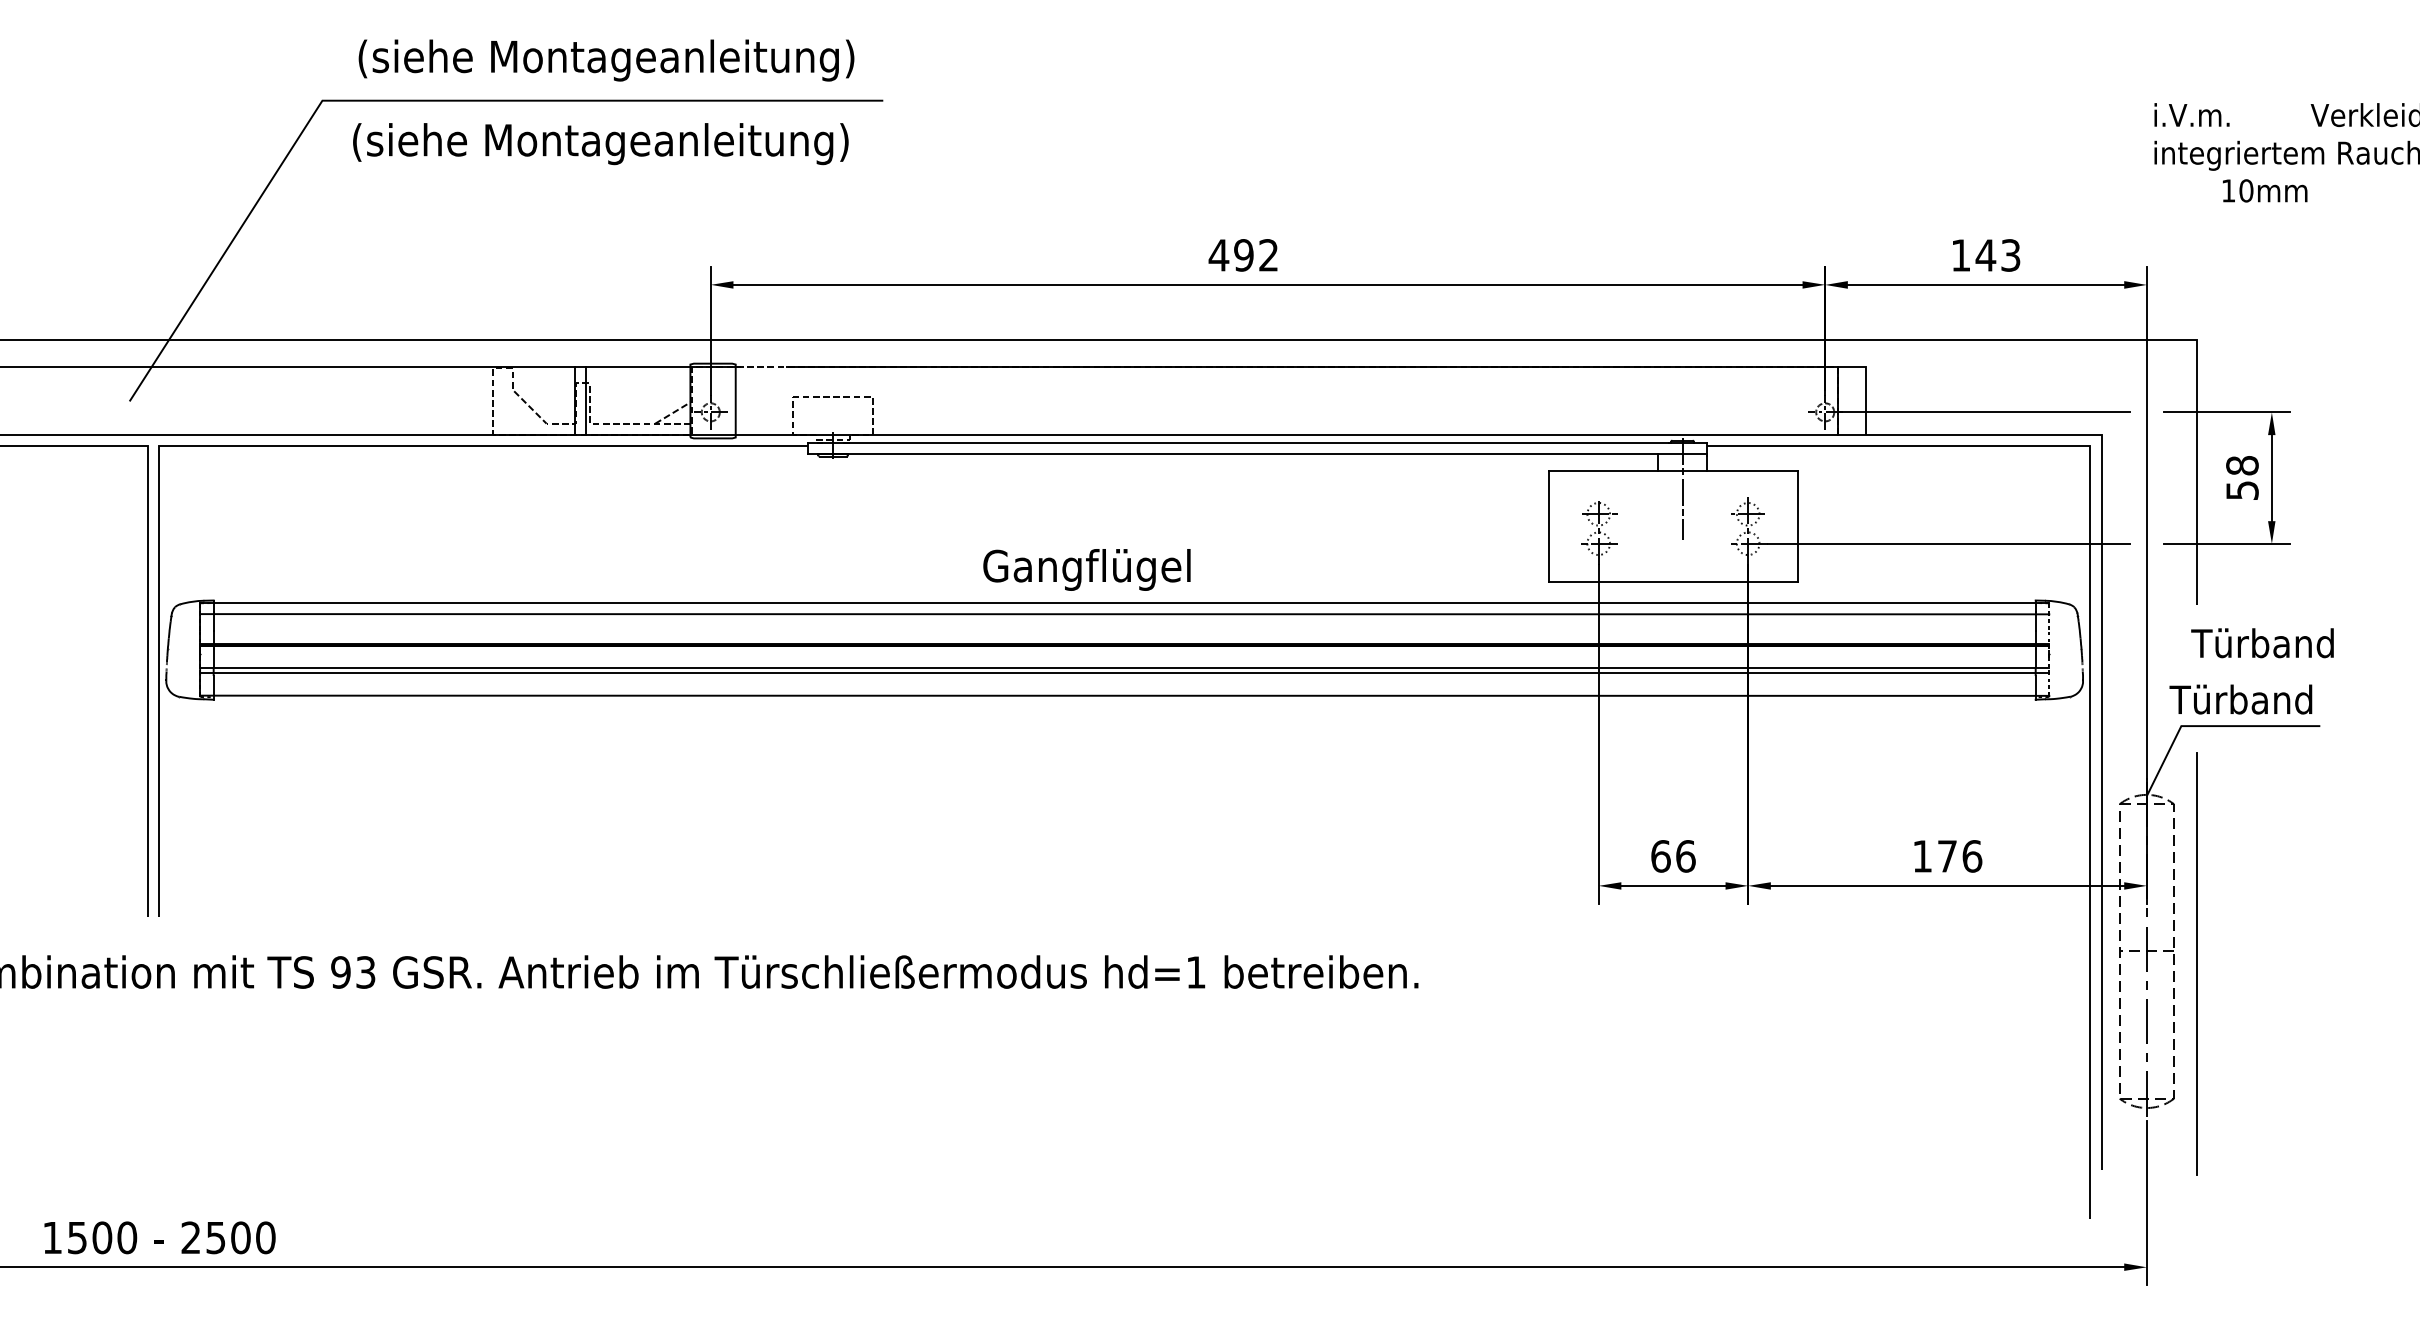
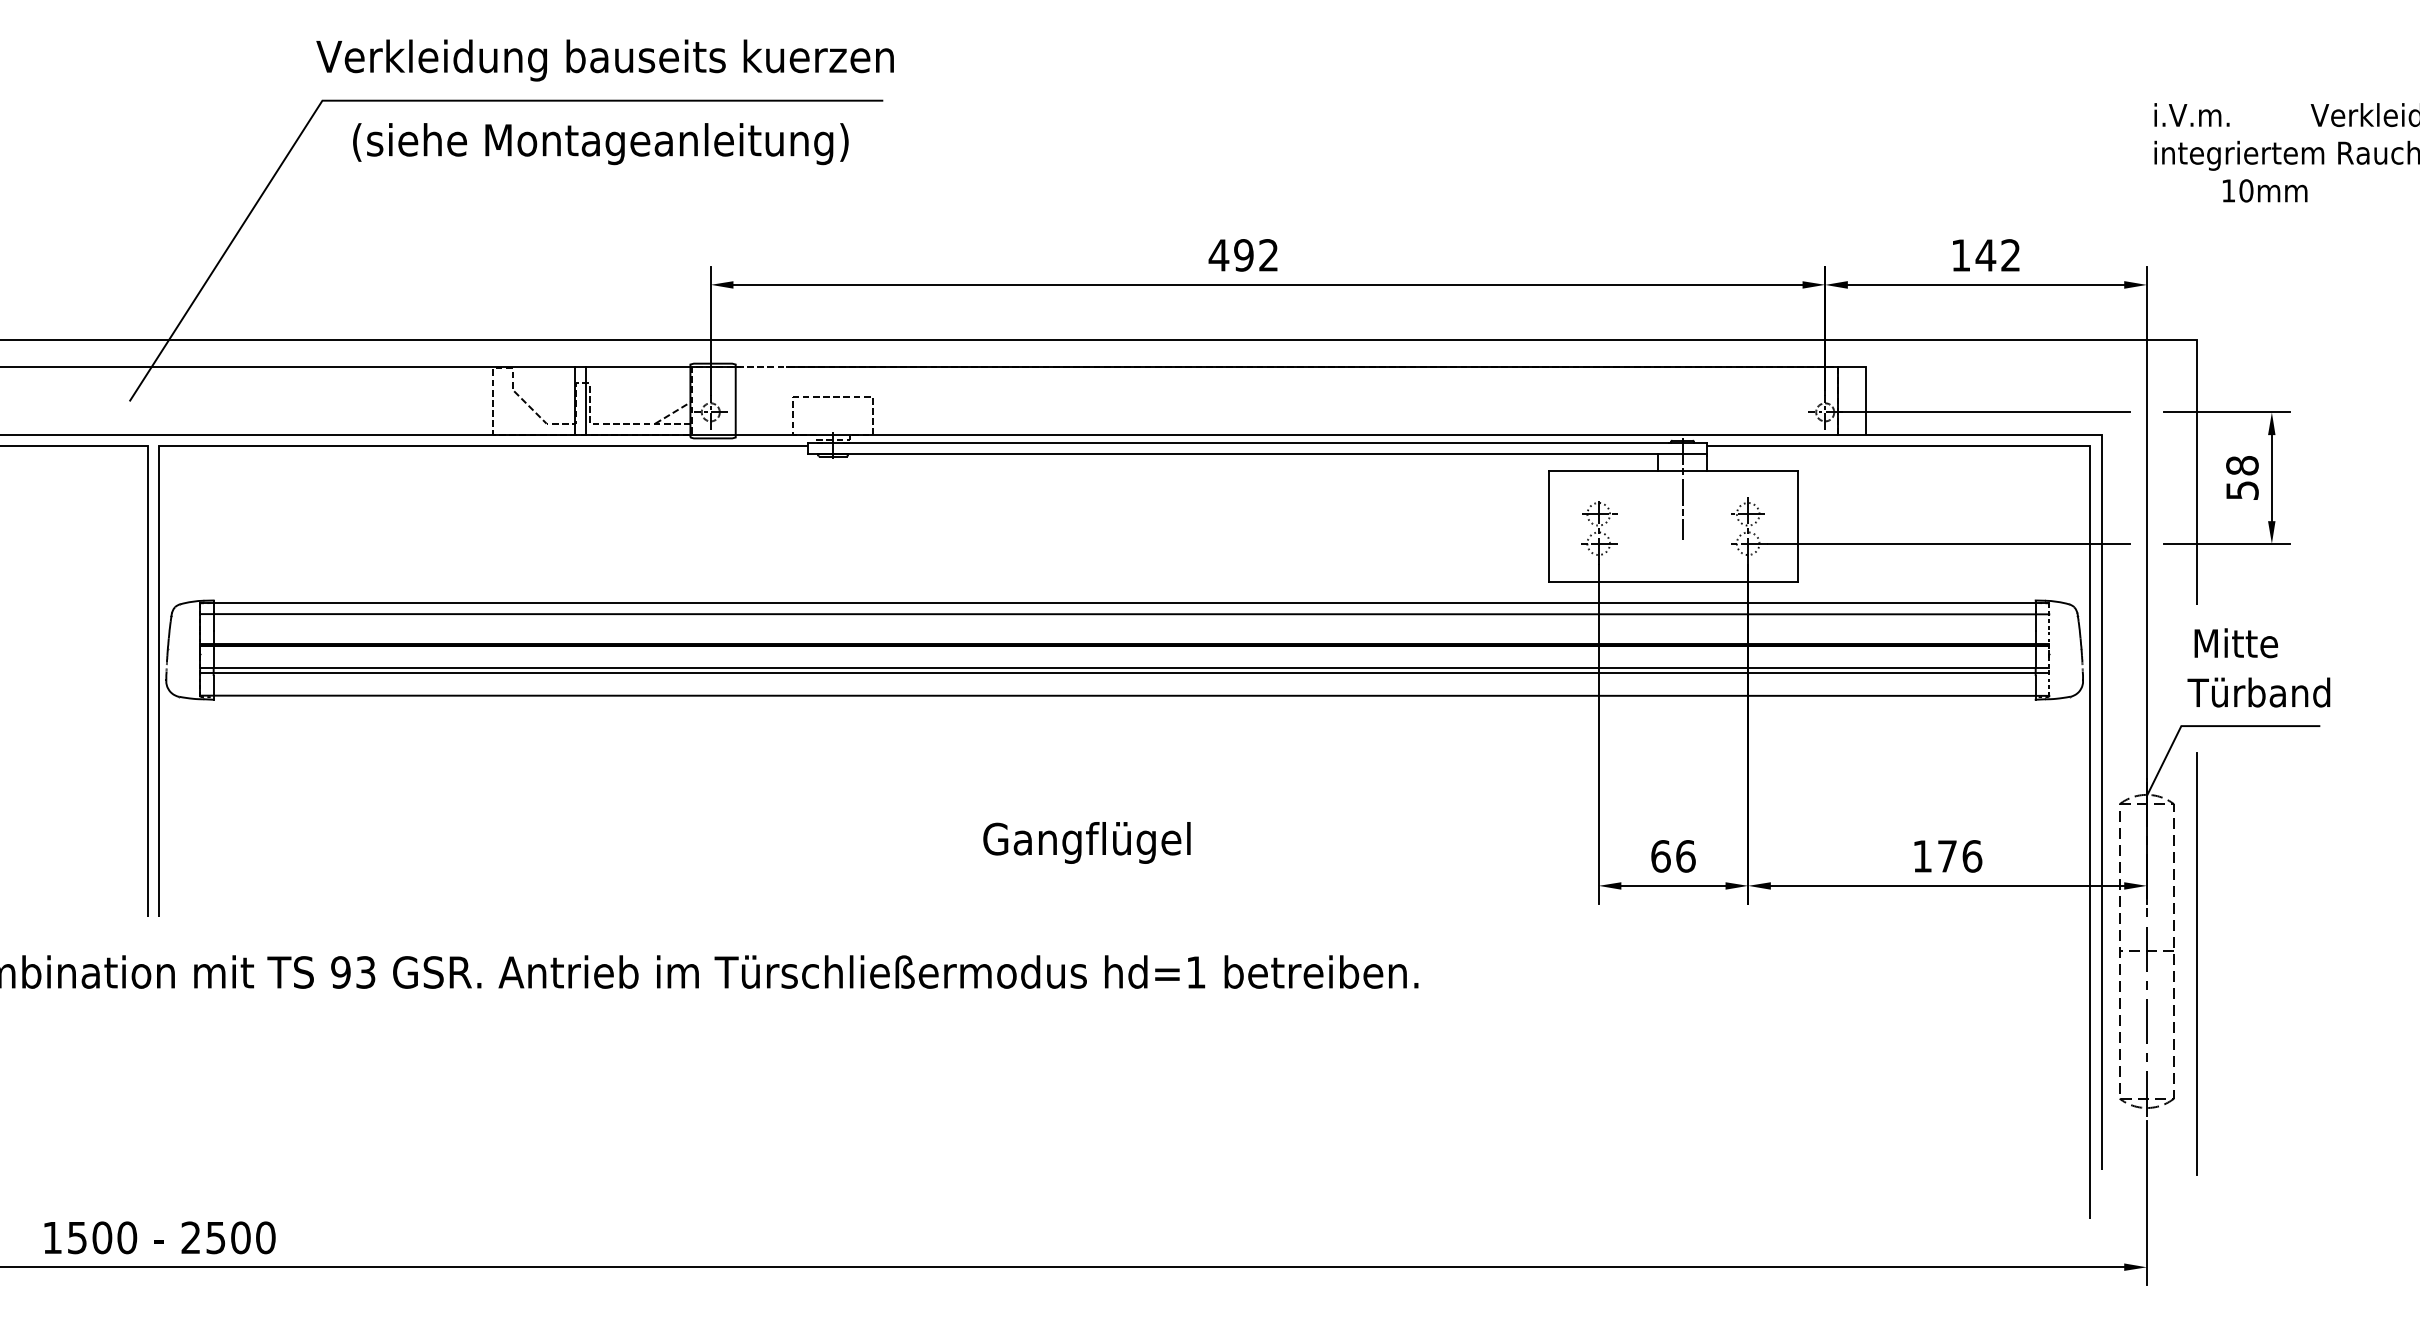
text at (604, 60): (siehe Montageanleitung) -> Verkleidung bauseits kuerzen
text at (2010, 255): 143 -> 142
text at (1086, 569) position: (1086, 569) -> (1086, 842)
text at (2262, 643): Türband -> Mitte
text at (2240, 699) position: (2240, 699) -> (2258, 692)
